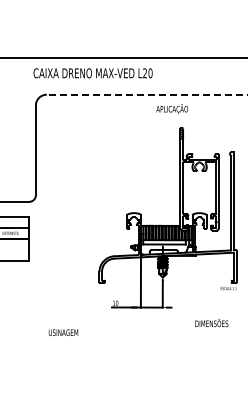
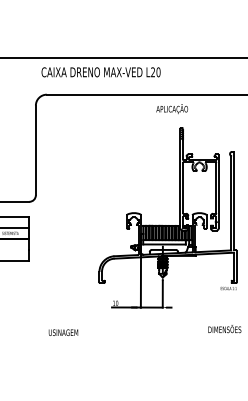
text at (92, 73) position: (92, 73) -> (100, 72)
line at (146, 94): dashed -> solid
text at (211, 323) position: (211, 323) -> (224, 329)
